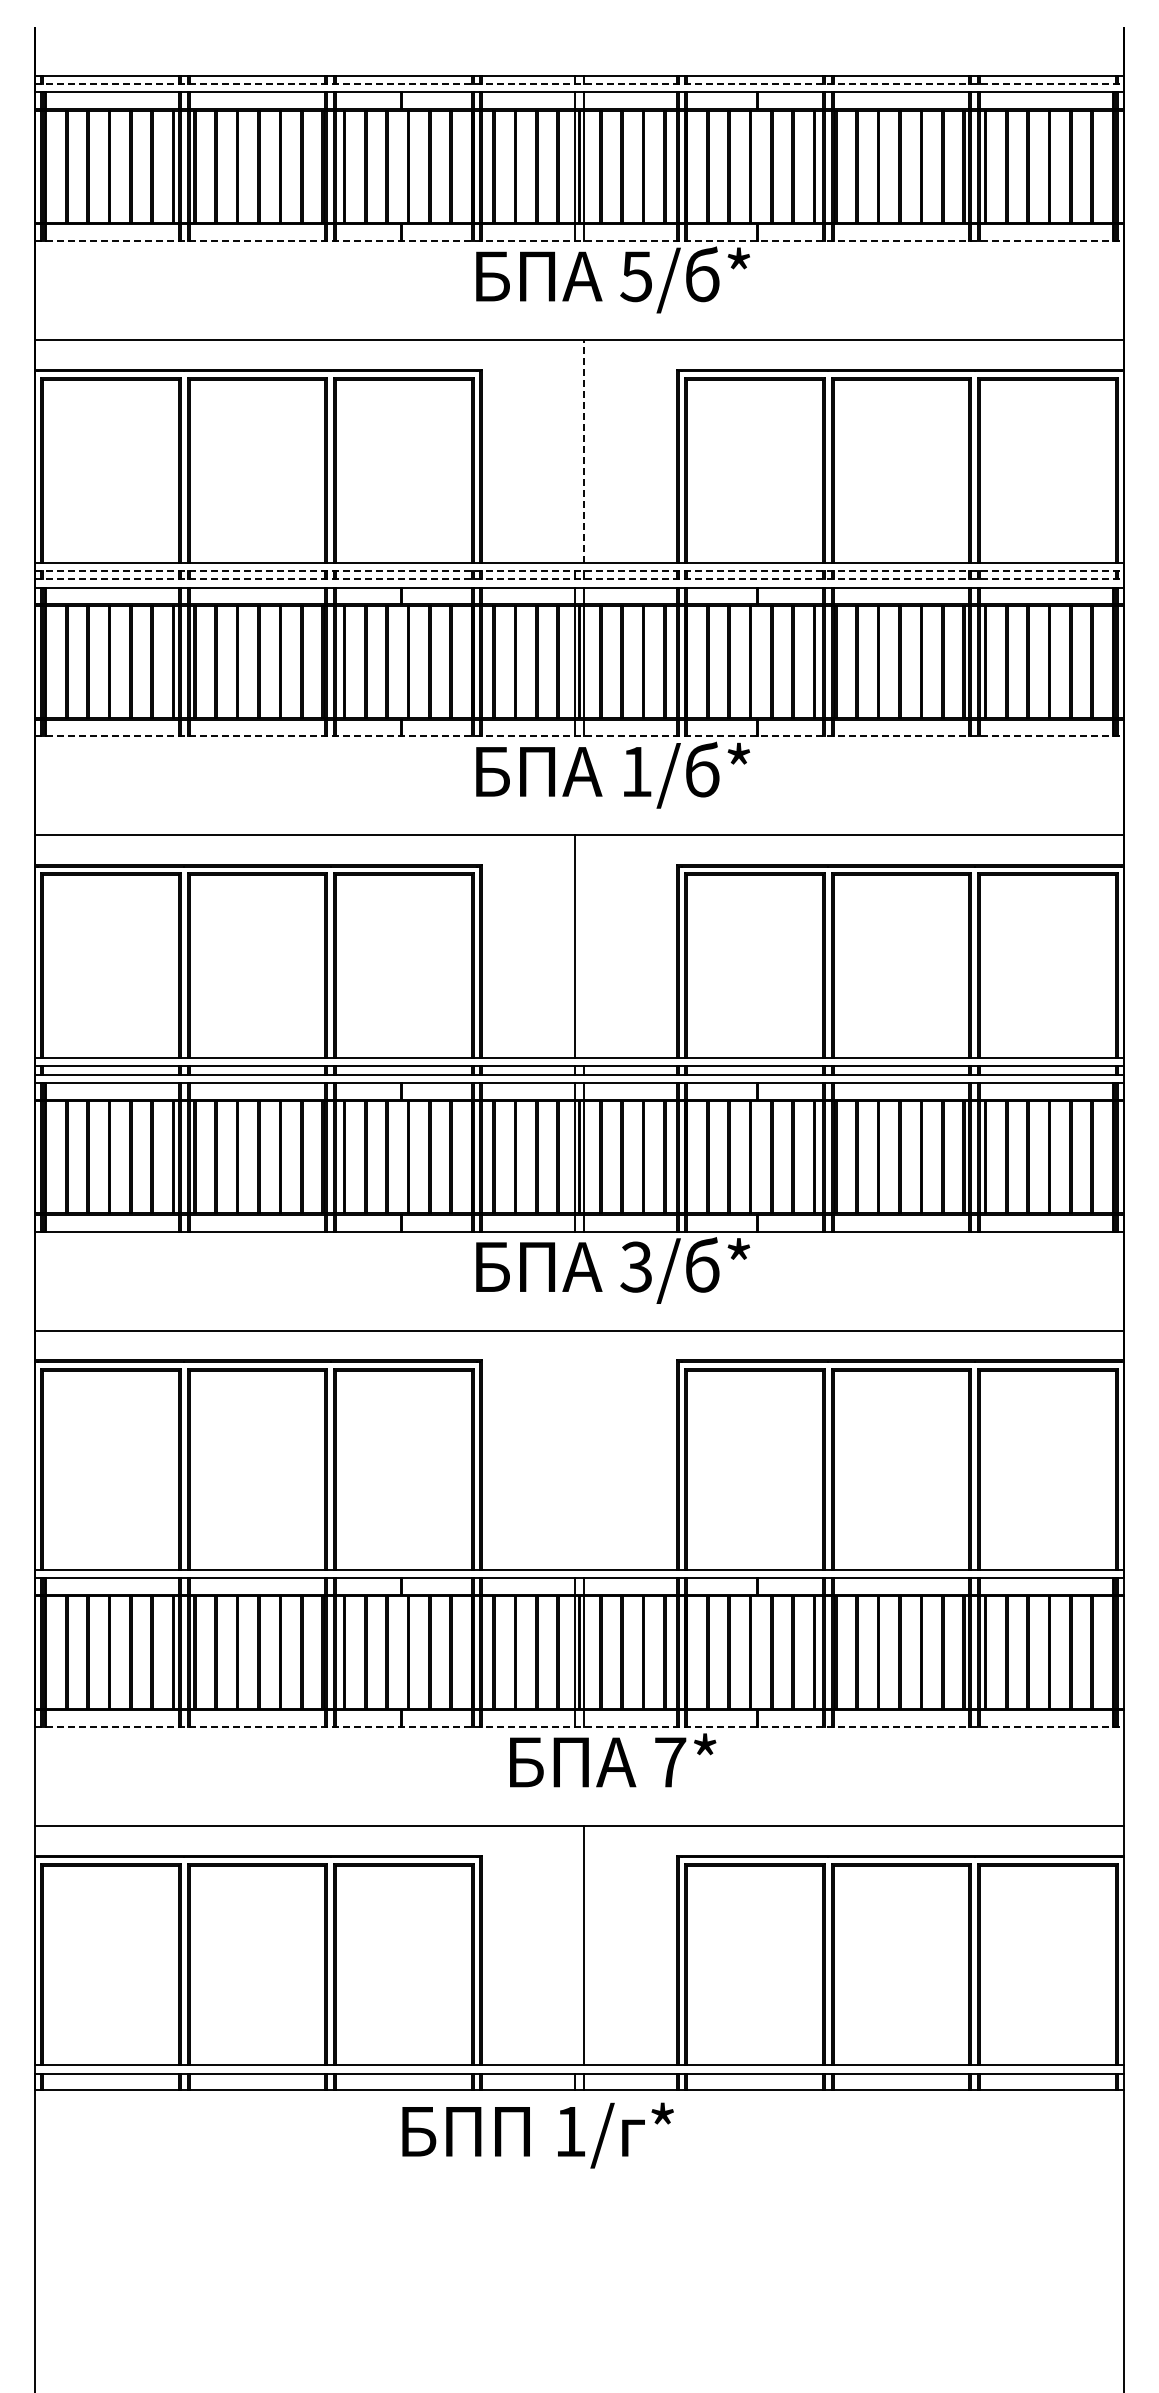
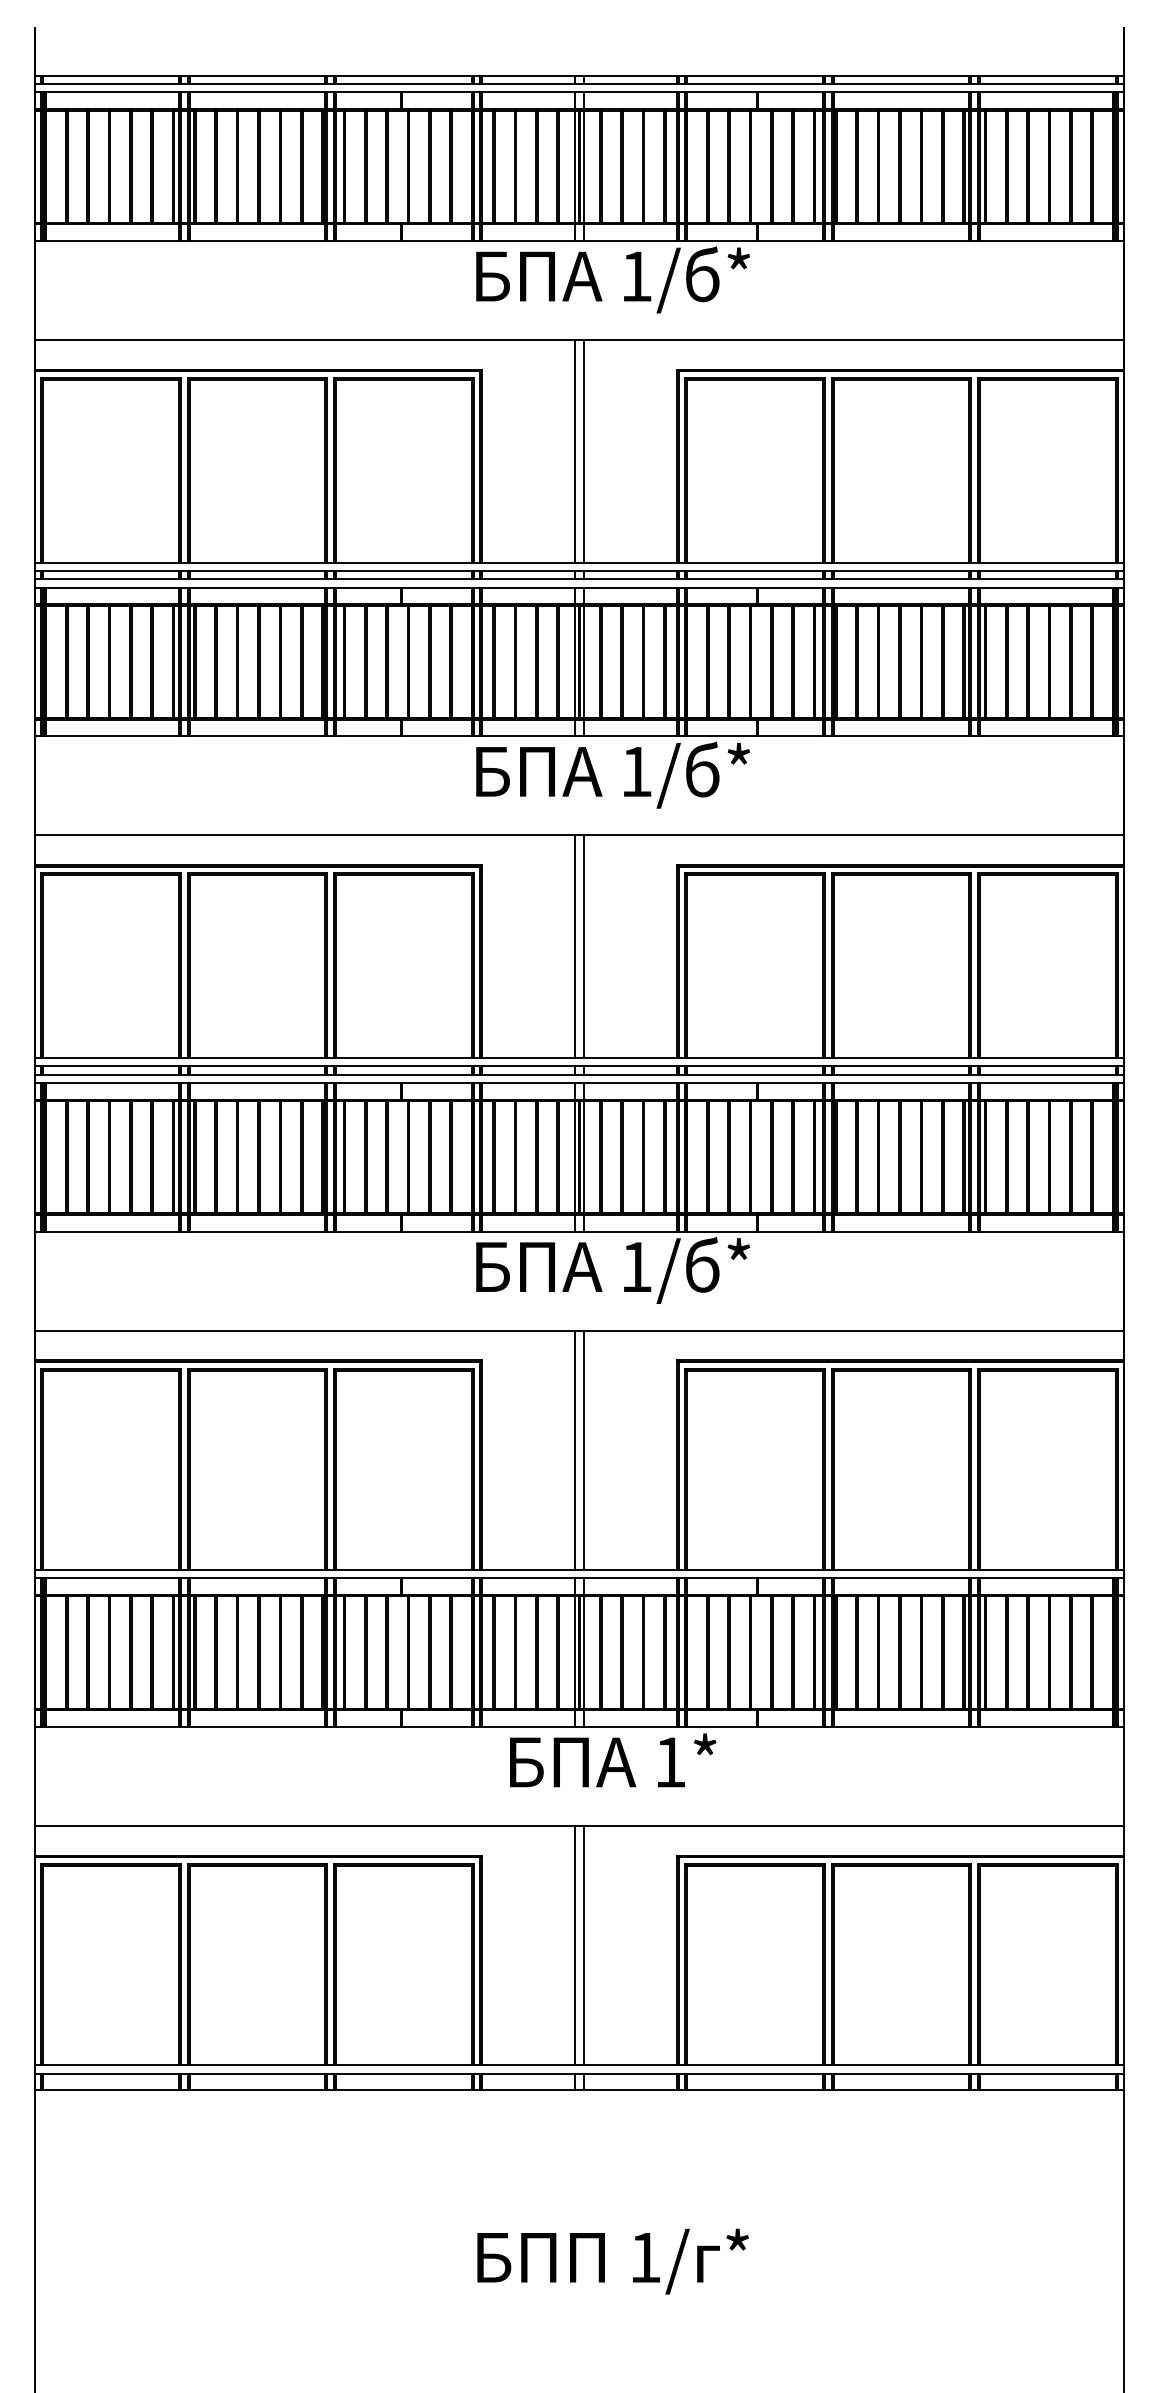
line at (579, 84): dashed -> solid
line at (579, 241): dashed -> solid
text at (635, 276): 5/ -> 1/
line at (575, 451): none -> present
line at (583, 451): dashed -> solid
line at (579, 571): dashed -> solid
line at (579, 579): dashed -> solid
line at (579, 736): dashed -> solid
line at (583, 946): none -> present
text at (635, 1266): 3/ -> 1/
line at (575, 1450): none -> present
line at (583, 1450): none -> present
line at (579, 1726): dashed -> solid
text at (670, 1762): 7* -> 1*
line at (575, 1945): none -> present
text at (537, 2135) position: (537, 2135) -> (612, 2261)
